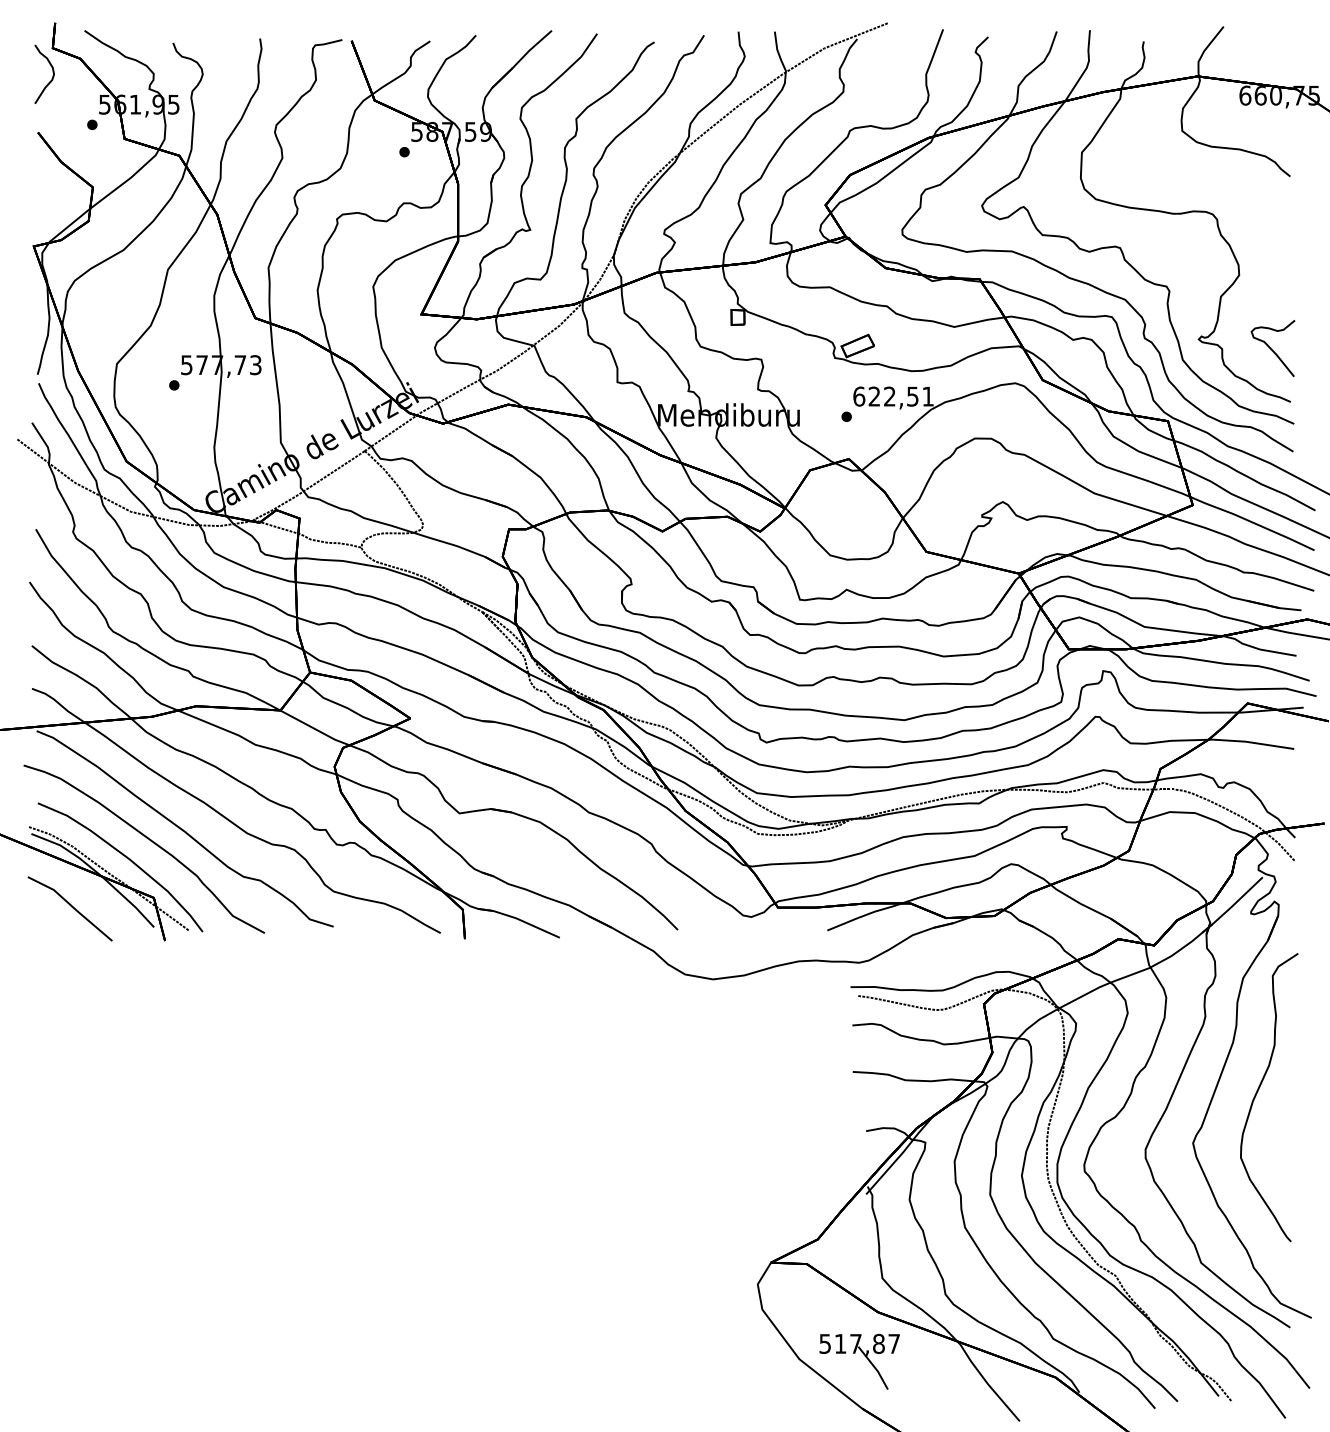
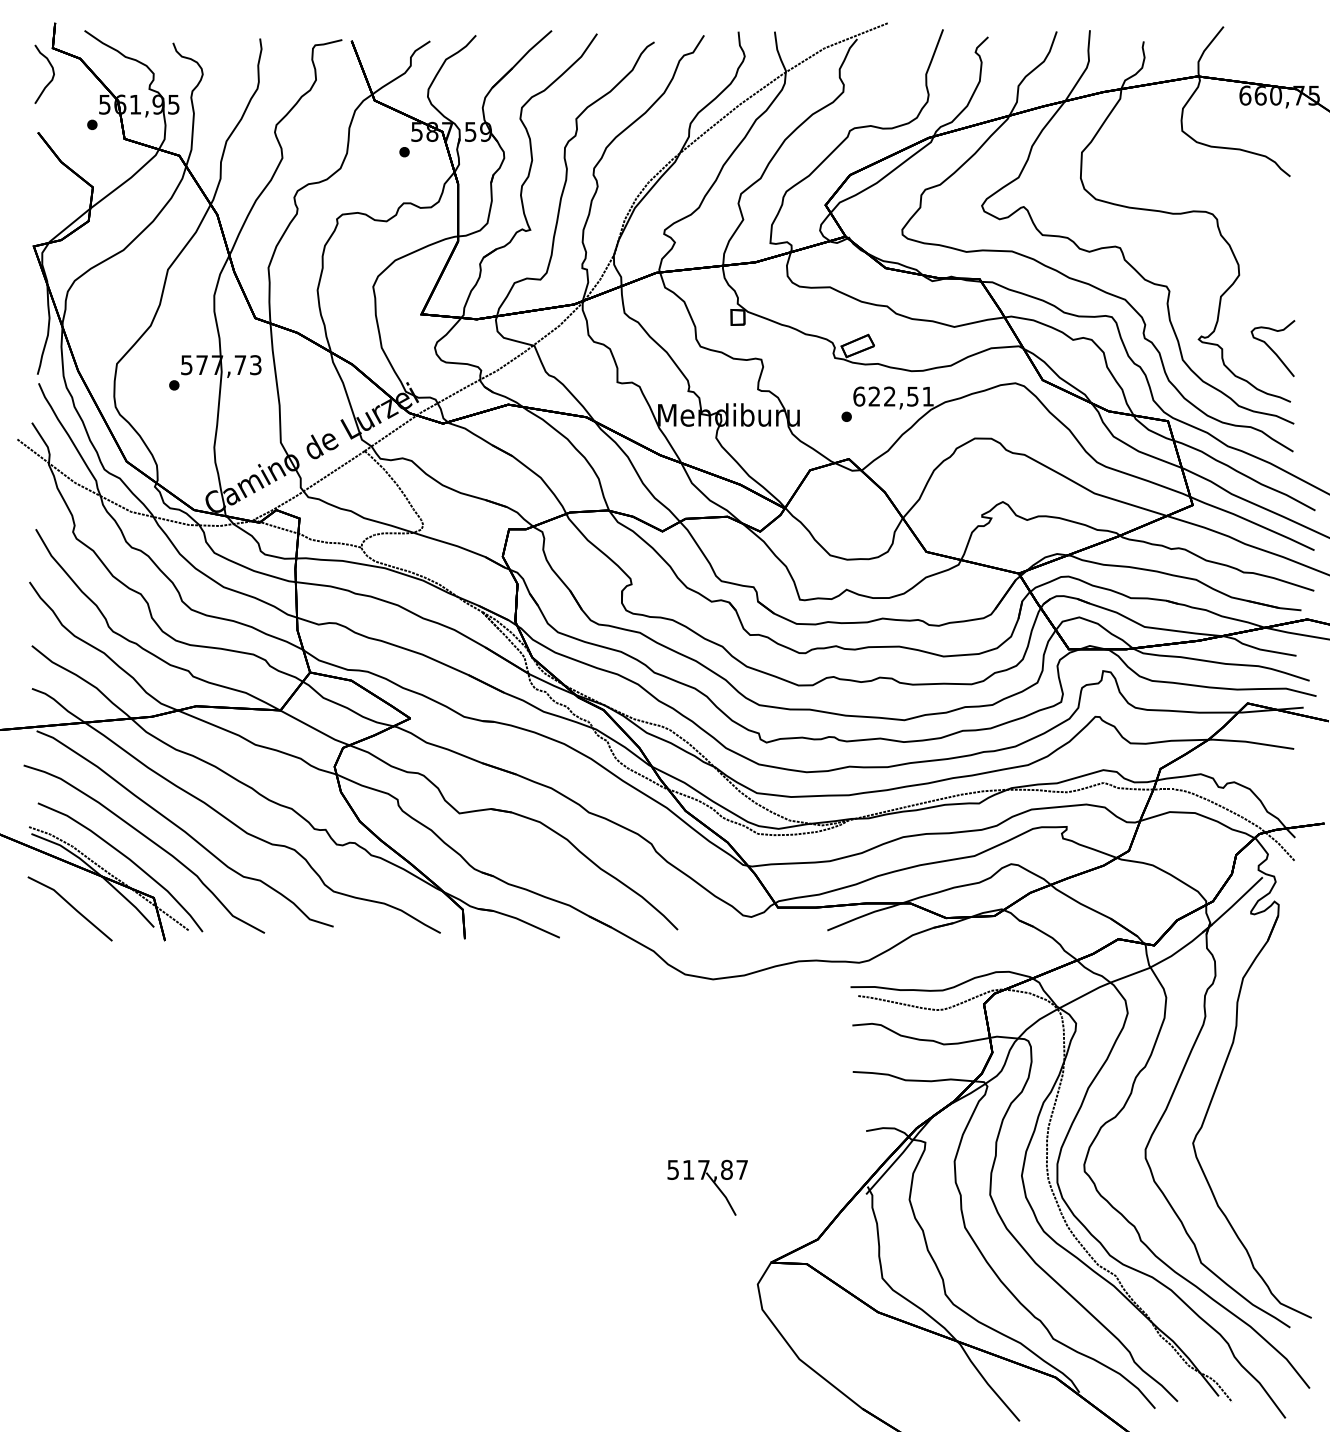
part at (1258, 1091): present -> none
part at (864, 1356) position: (864, 1356) -> (712, 1182)
